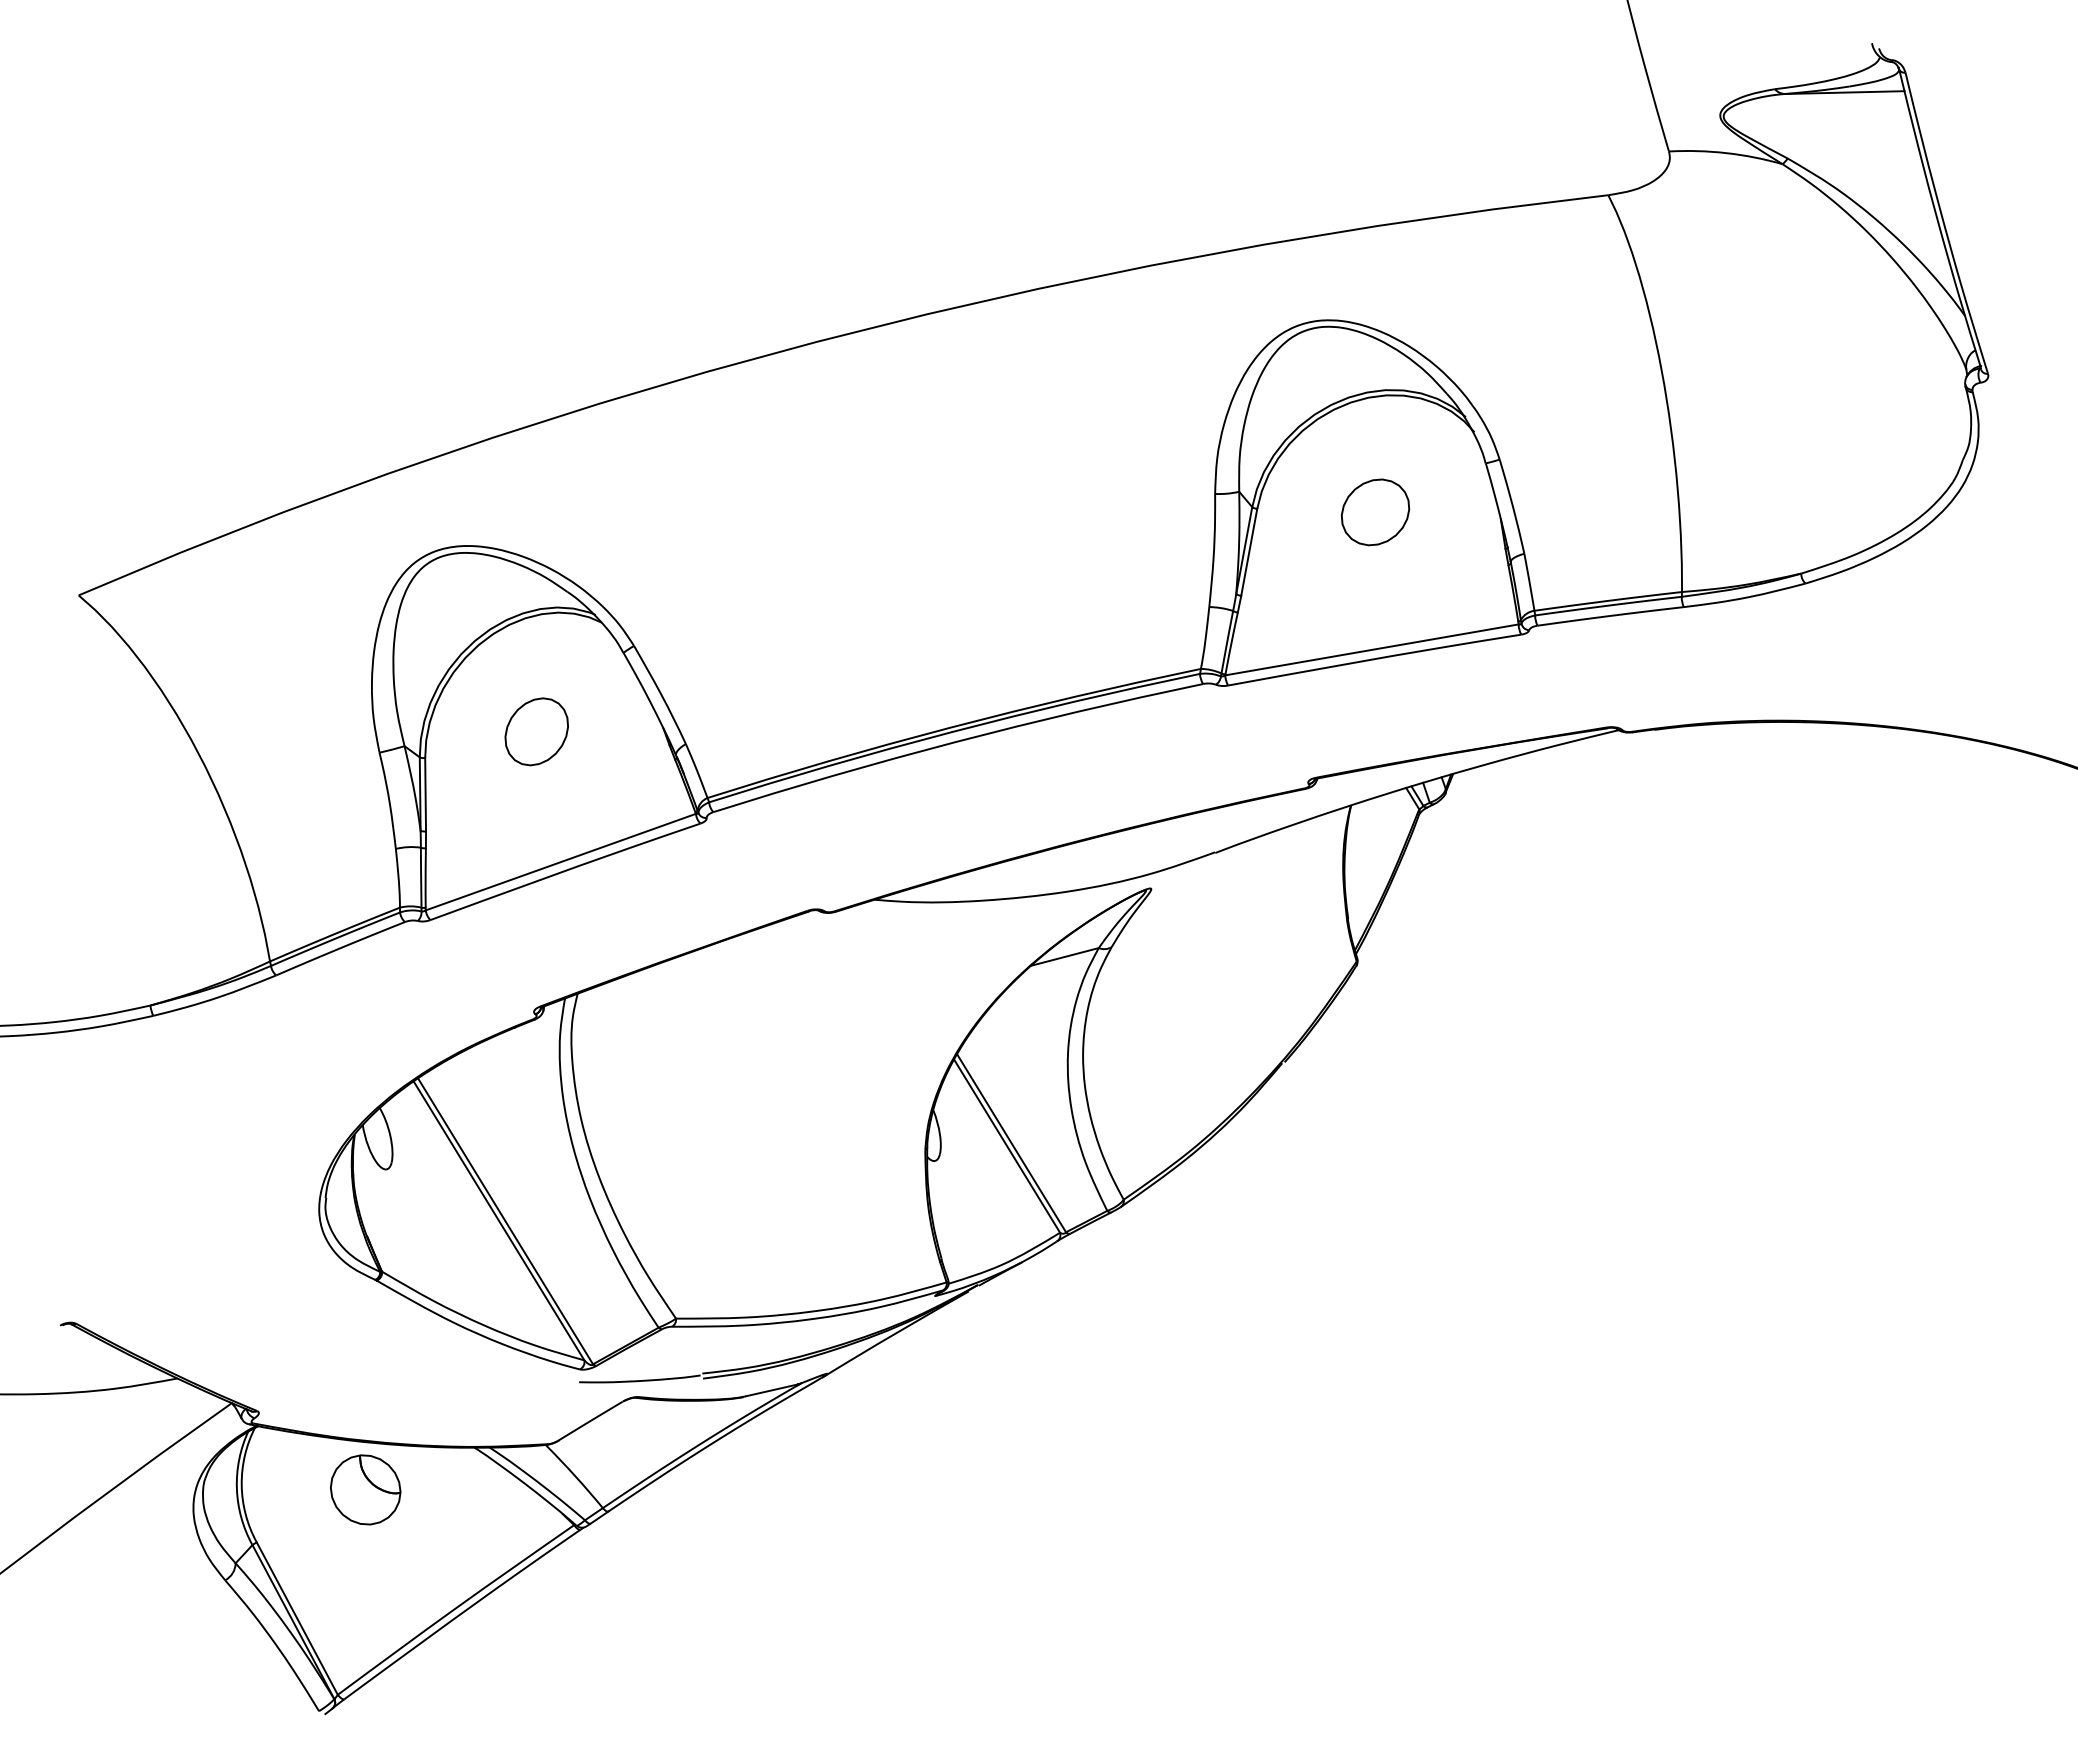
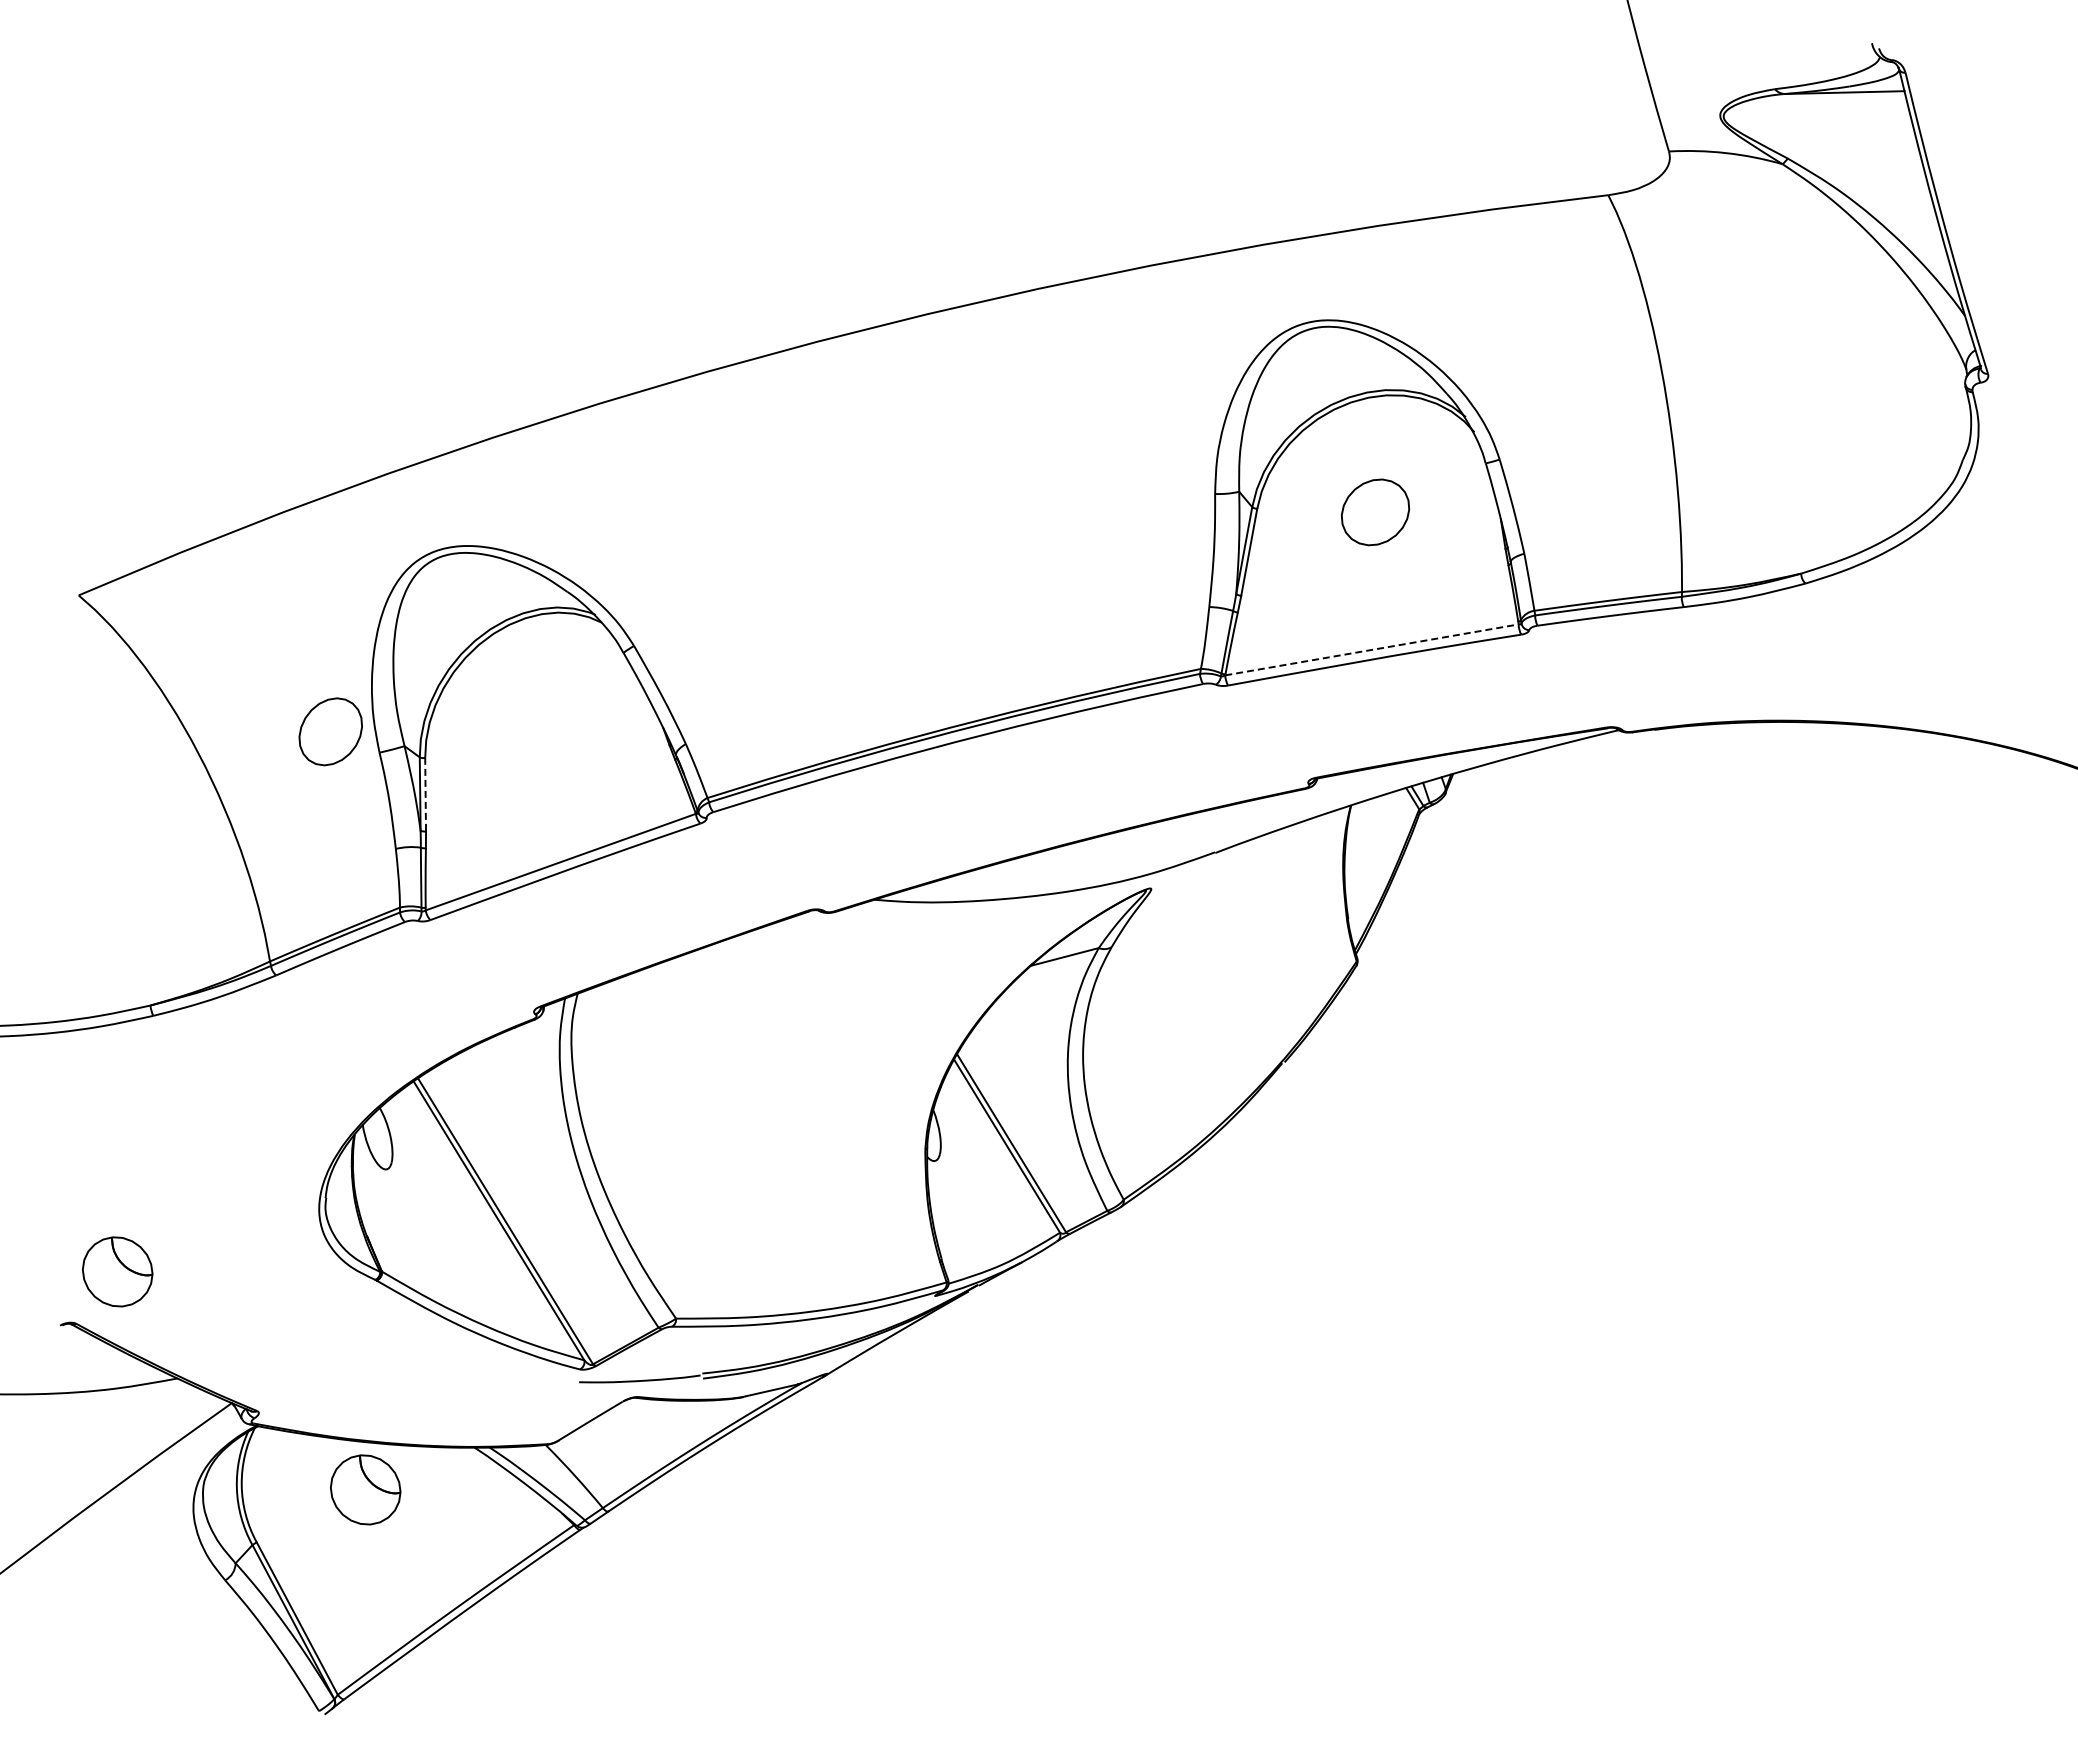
line at (1371, 649): solid -> dashed
part at (536, 731) position: (536, 731) -> (330, 731)
line at (425, 794): solid -> dashed
part at (117, 1271): none -> present
